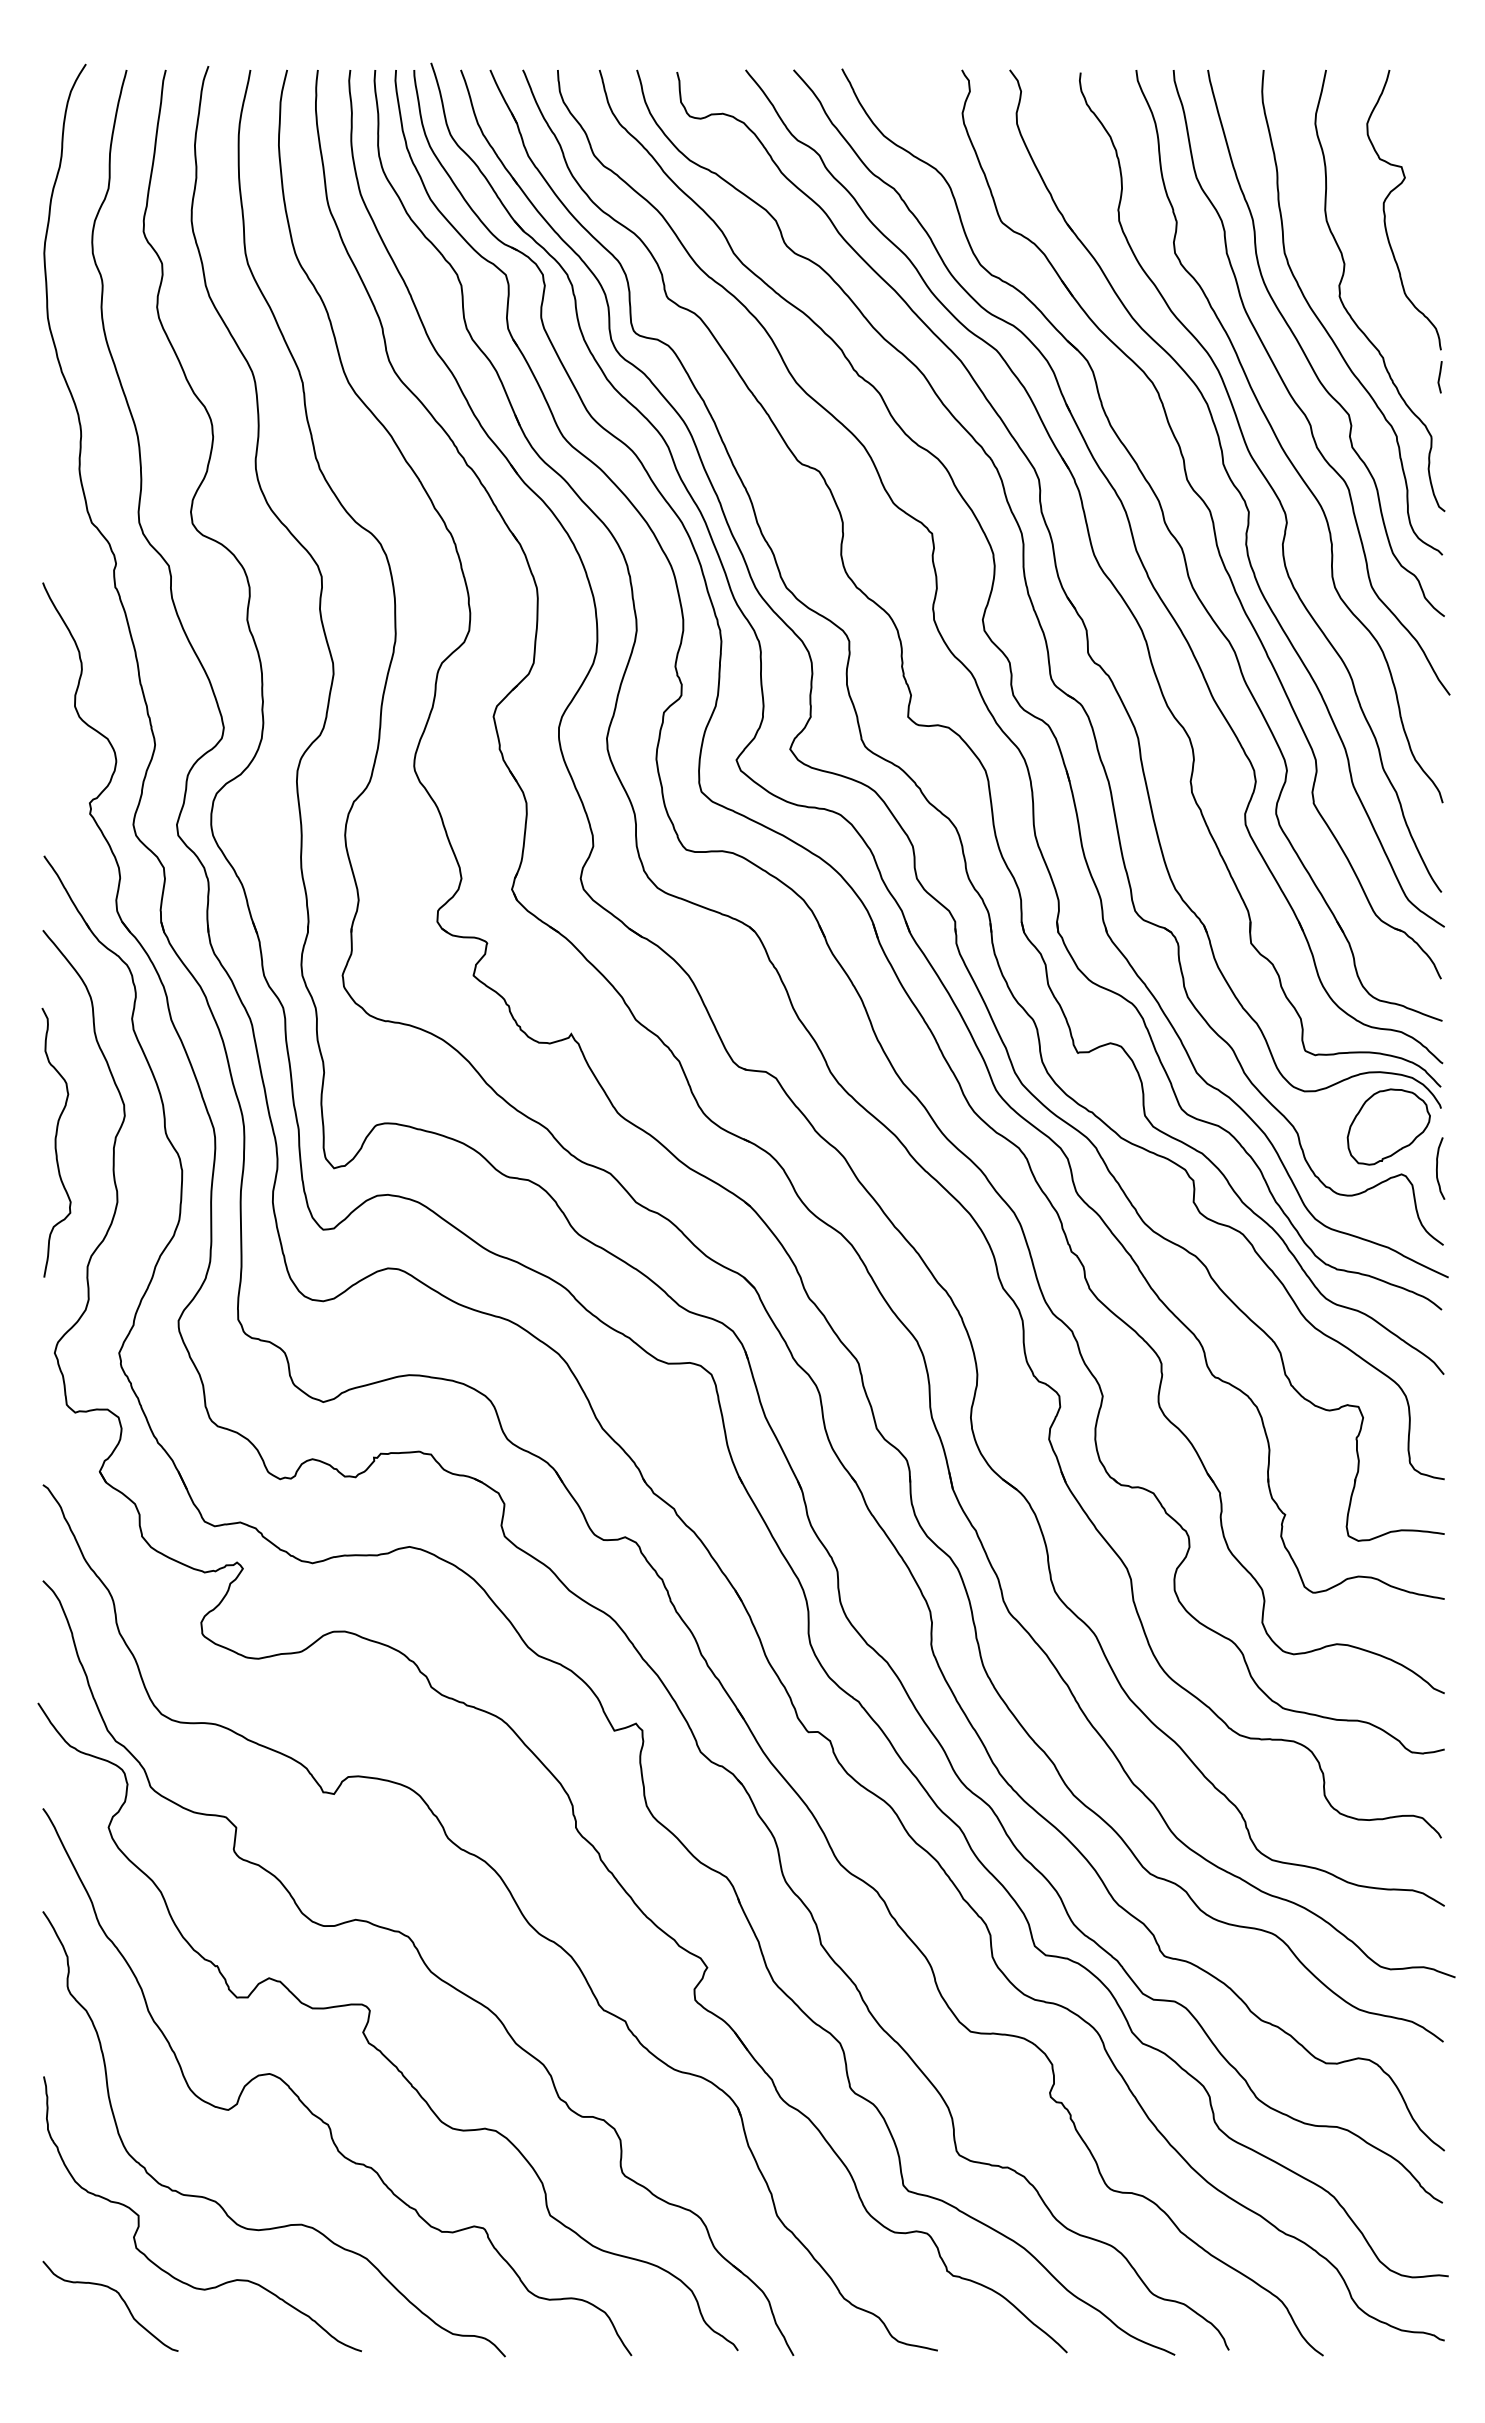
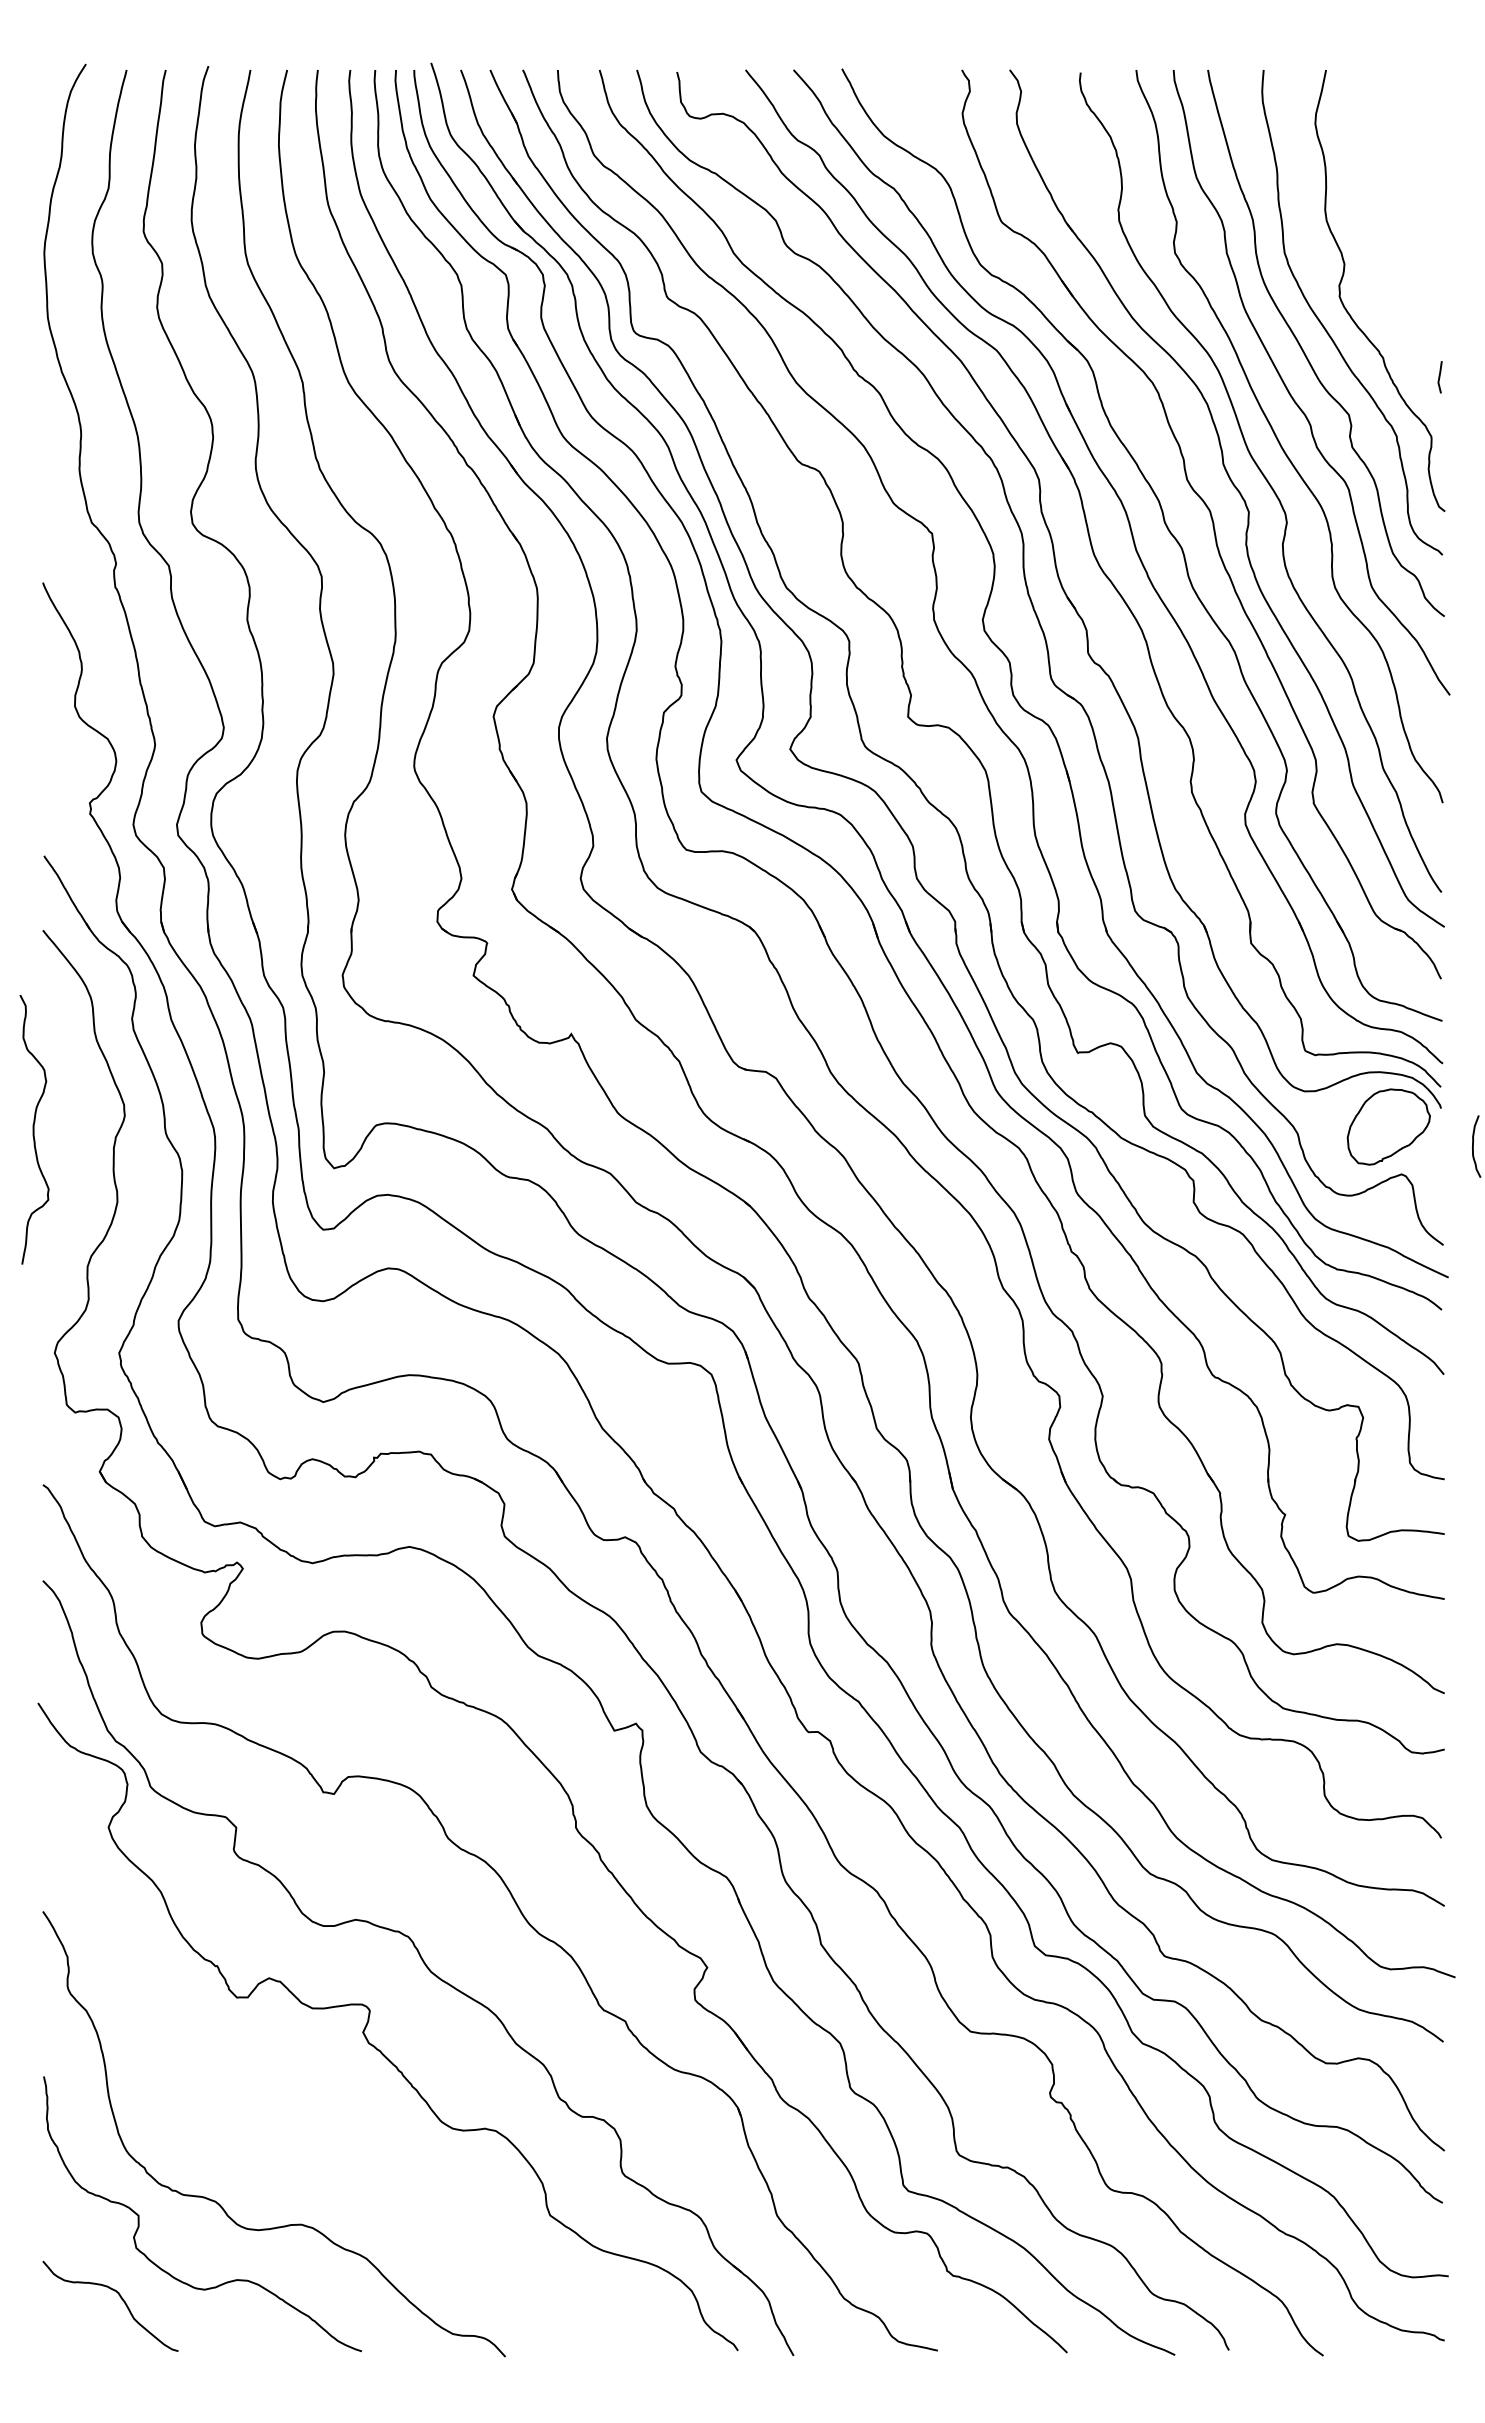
curve at (1385, 212): present -> none
curve at (56, 1142) position: (56, 1142) -> (34, 1129)
curve at (1437, 1168) position: (1437, 1168) -> (1473, 1146)
curve at (309, 2108): present -> none
